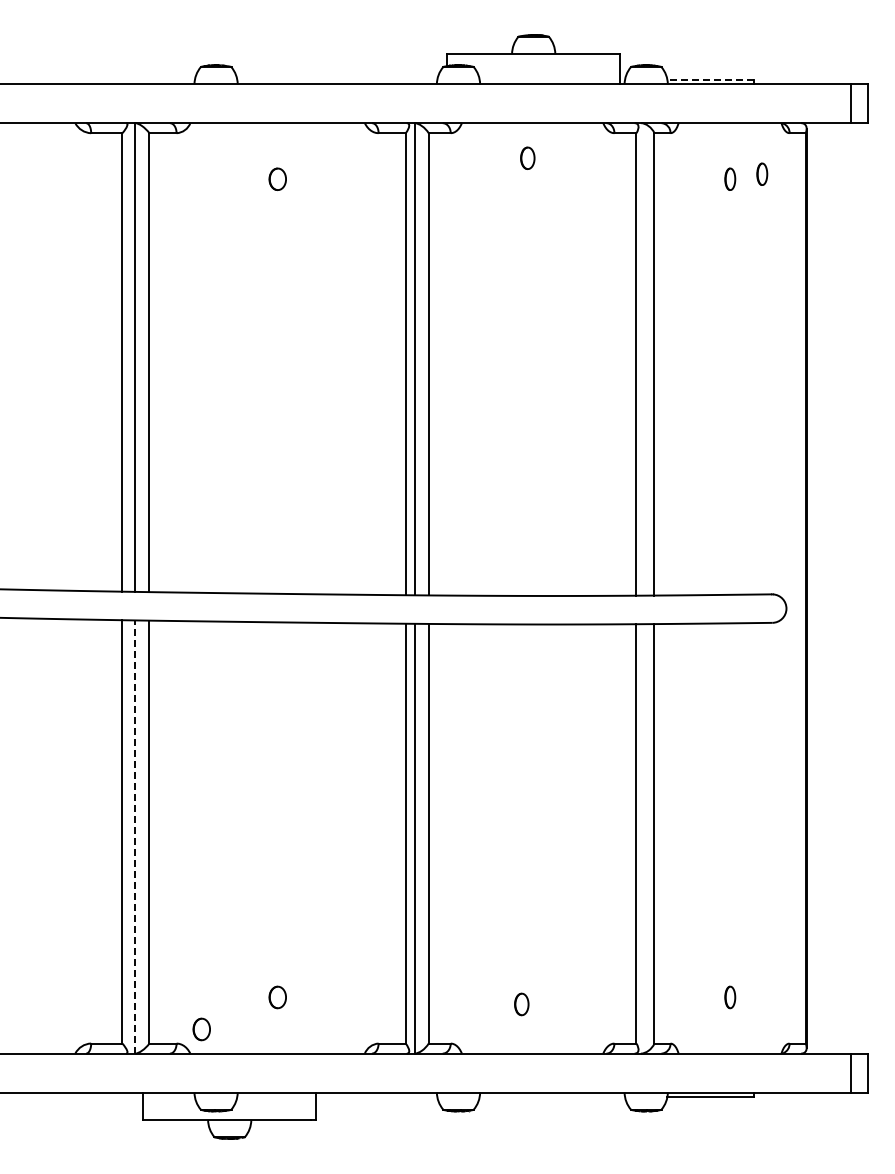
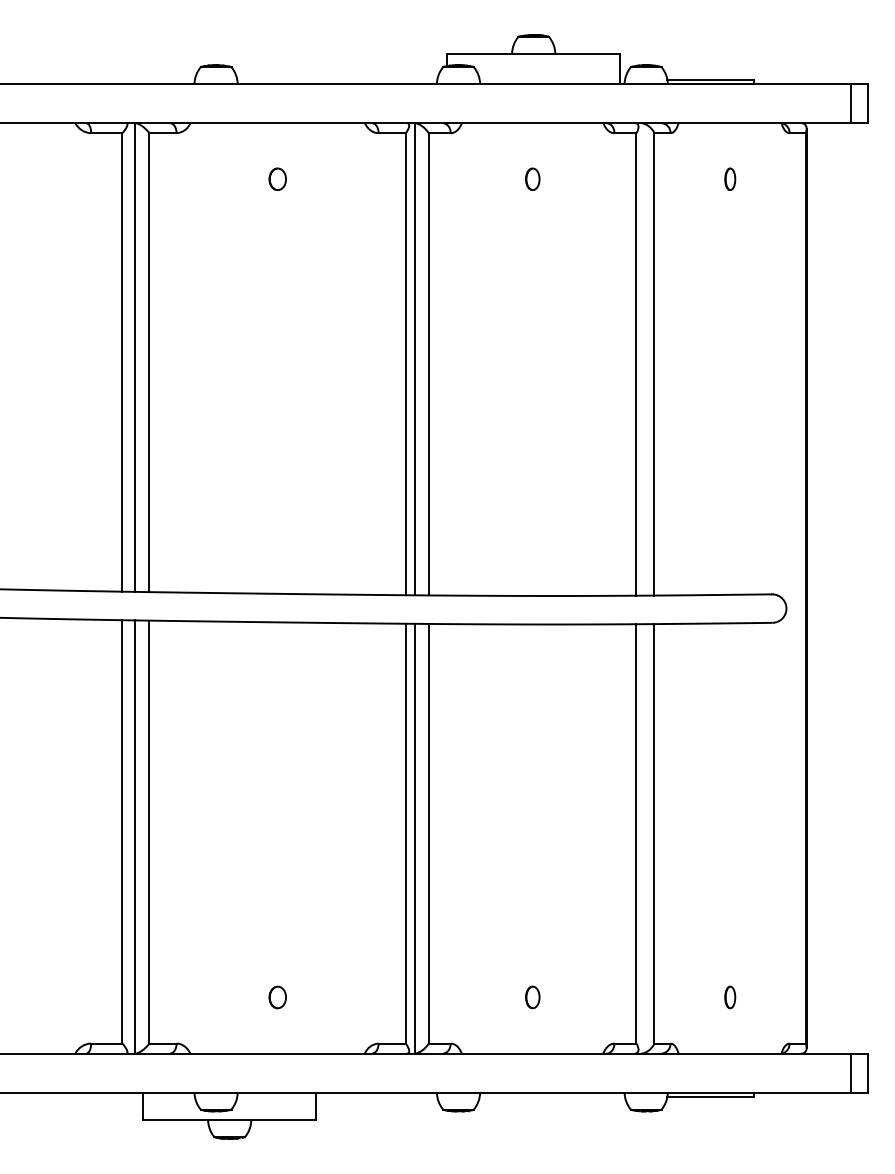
line at (710, 79): dashed -> solid
part at (527, 157) position: (527, 157) -> (532, 178)
part at (762, 173): present -> none
line at (135, 837): dashed -> solid
part at (521, 1004) position: (521, 1004) -> (532, 997)
part at (201, 1029): present -> none
